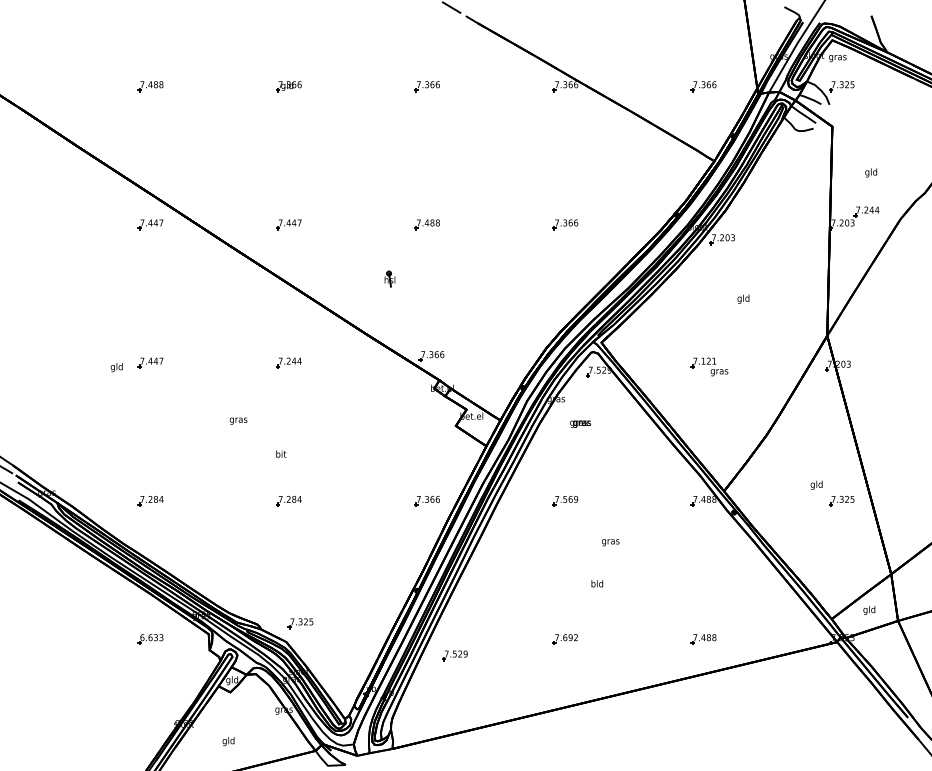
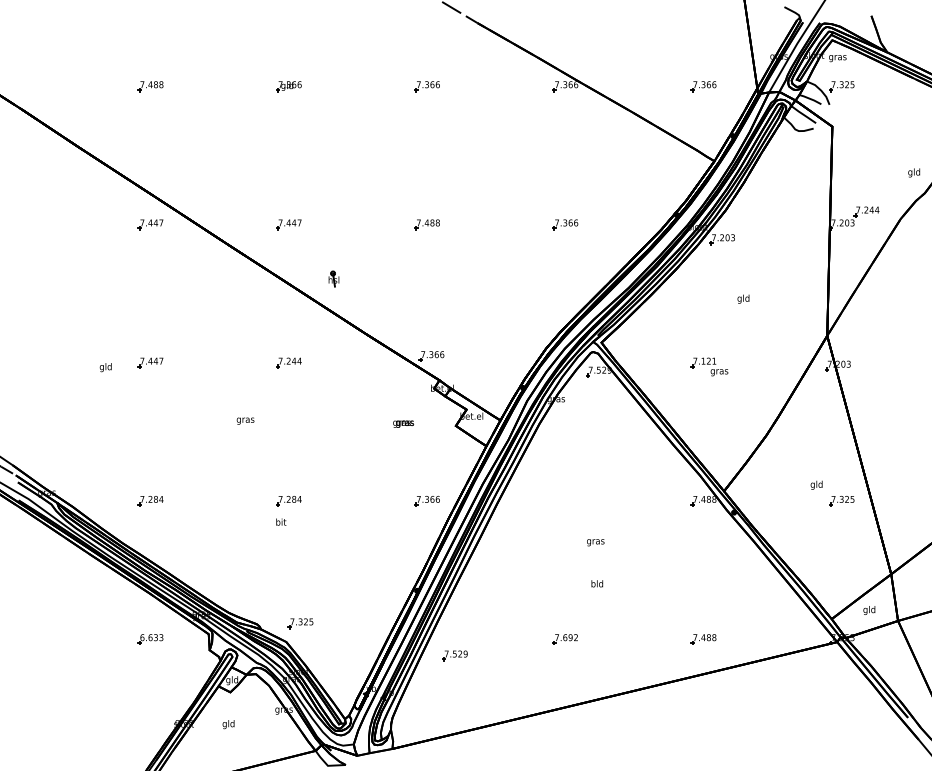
text at (871, 172) position: (871, 172) -> (914, 172)
part at (389, 278) position: (389, 278) -> (333, 278)
text at (116, 367) position: (116, 367) -> (105, 367)
text at (238, 420) position: (238, 420) -> (245, 420)
text at (580, 423) position: (580, 423) -> (403, 423)
text at (281, 453) position: (281, 453) -> (281, 521)
part at (565, 501): present -> none
text at (610, 542) position: (610, 542) -> (595, 542)
text at (228, 741) position: (228, 741) -> (228, 724)
